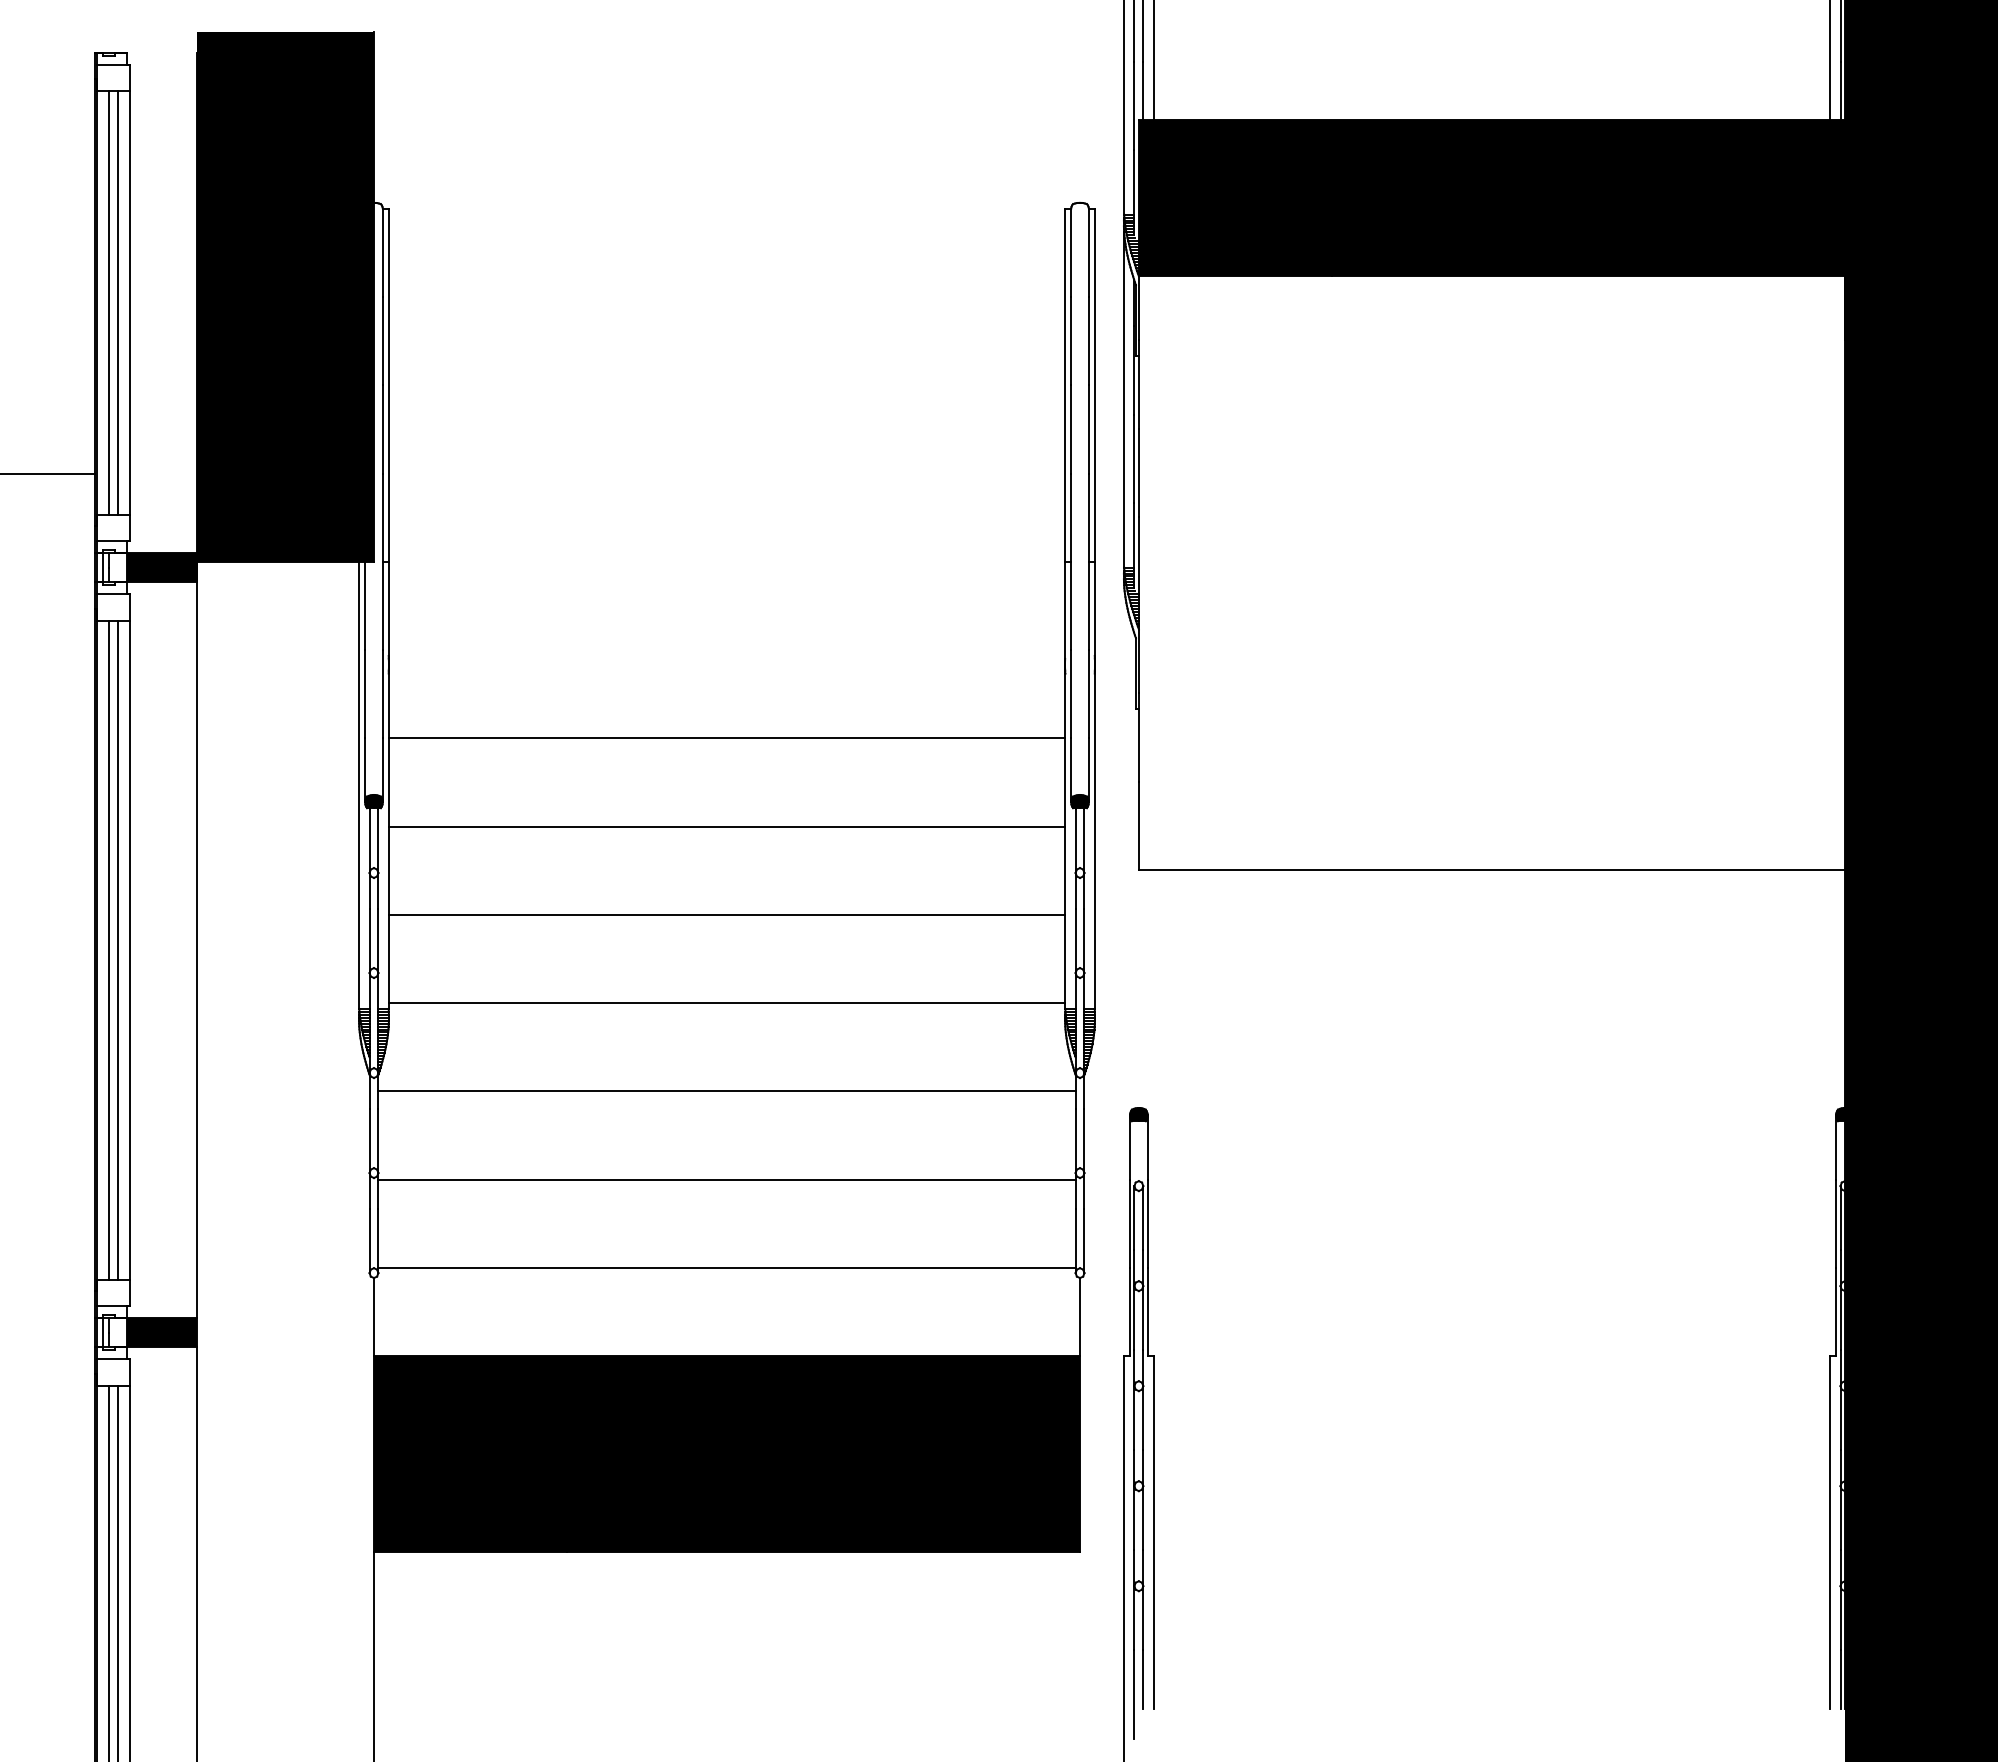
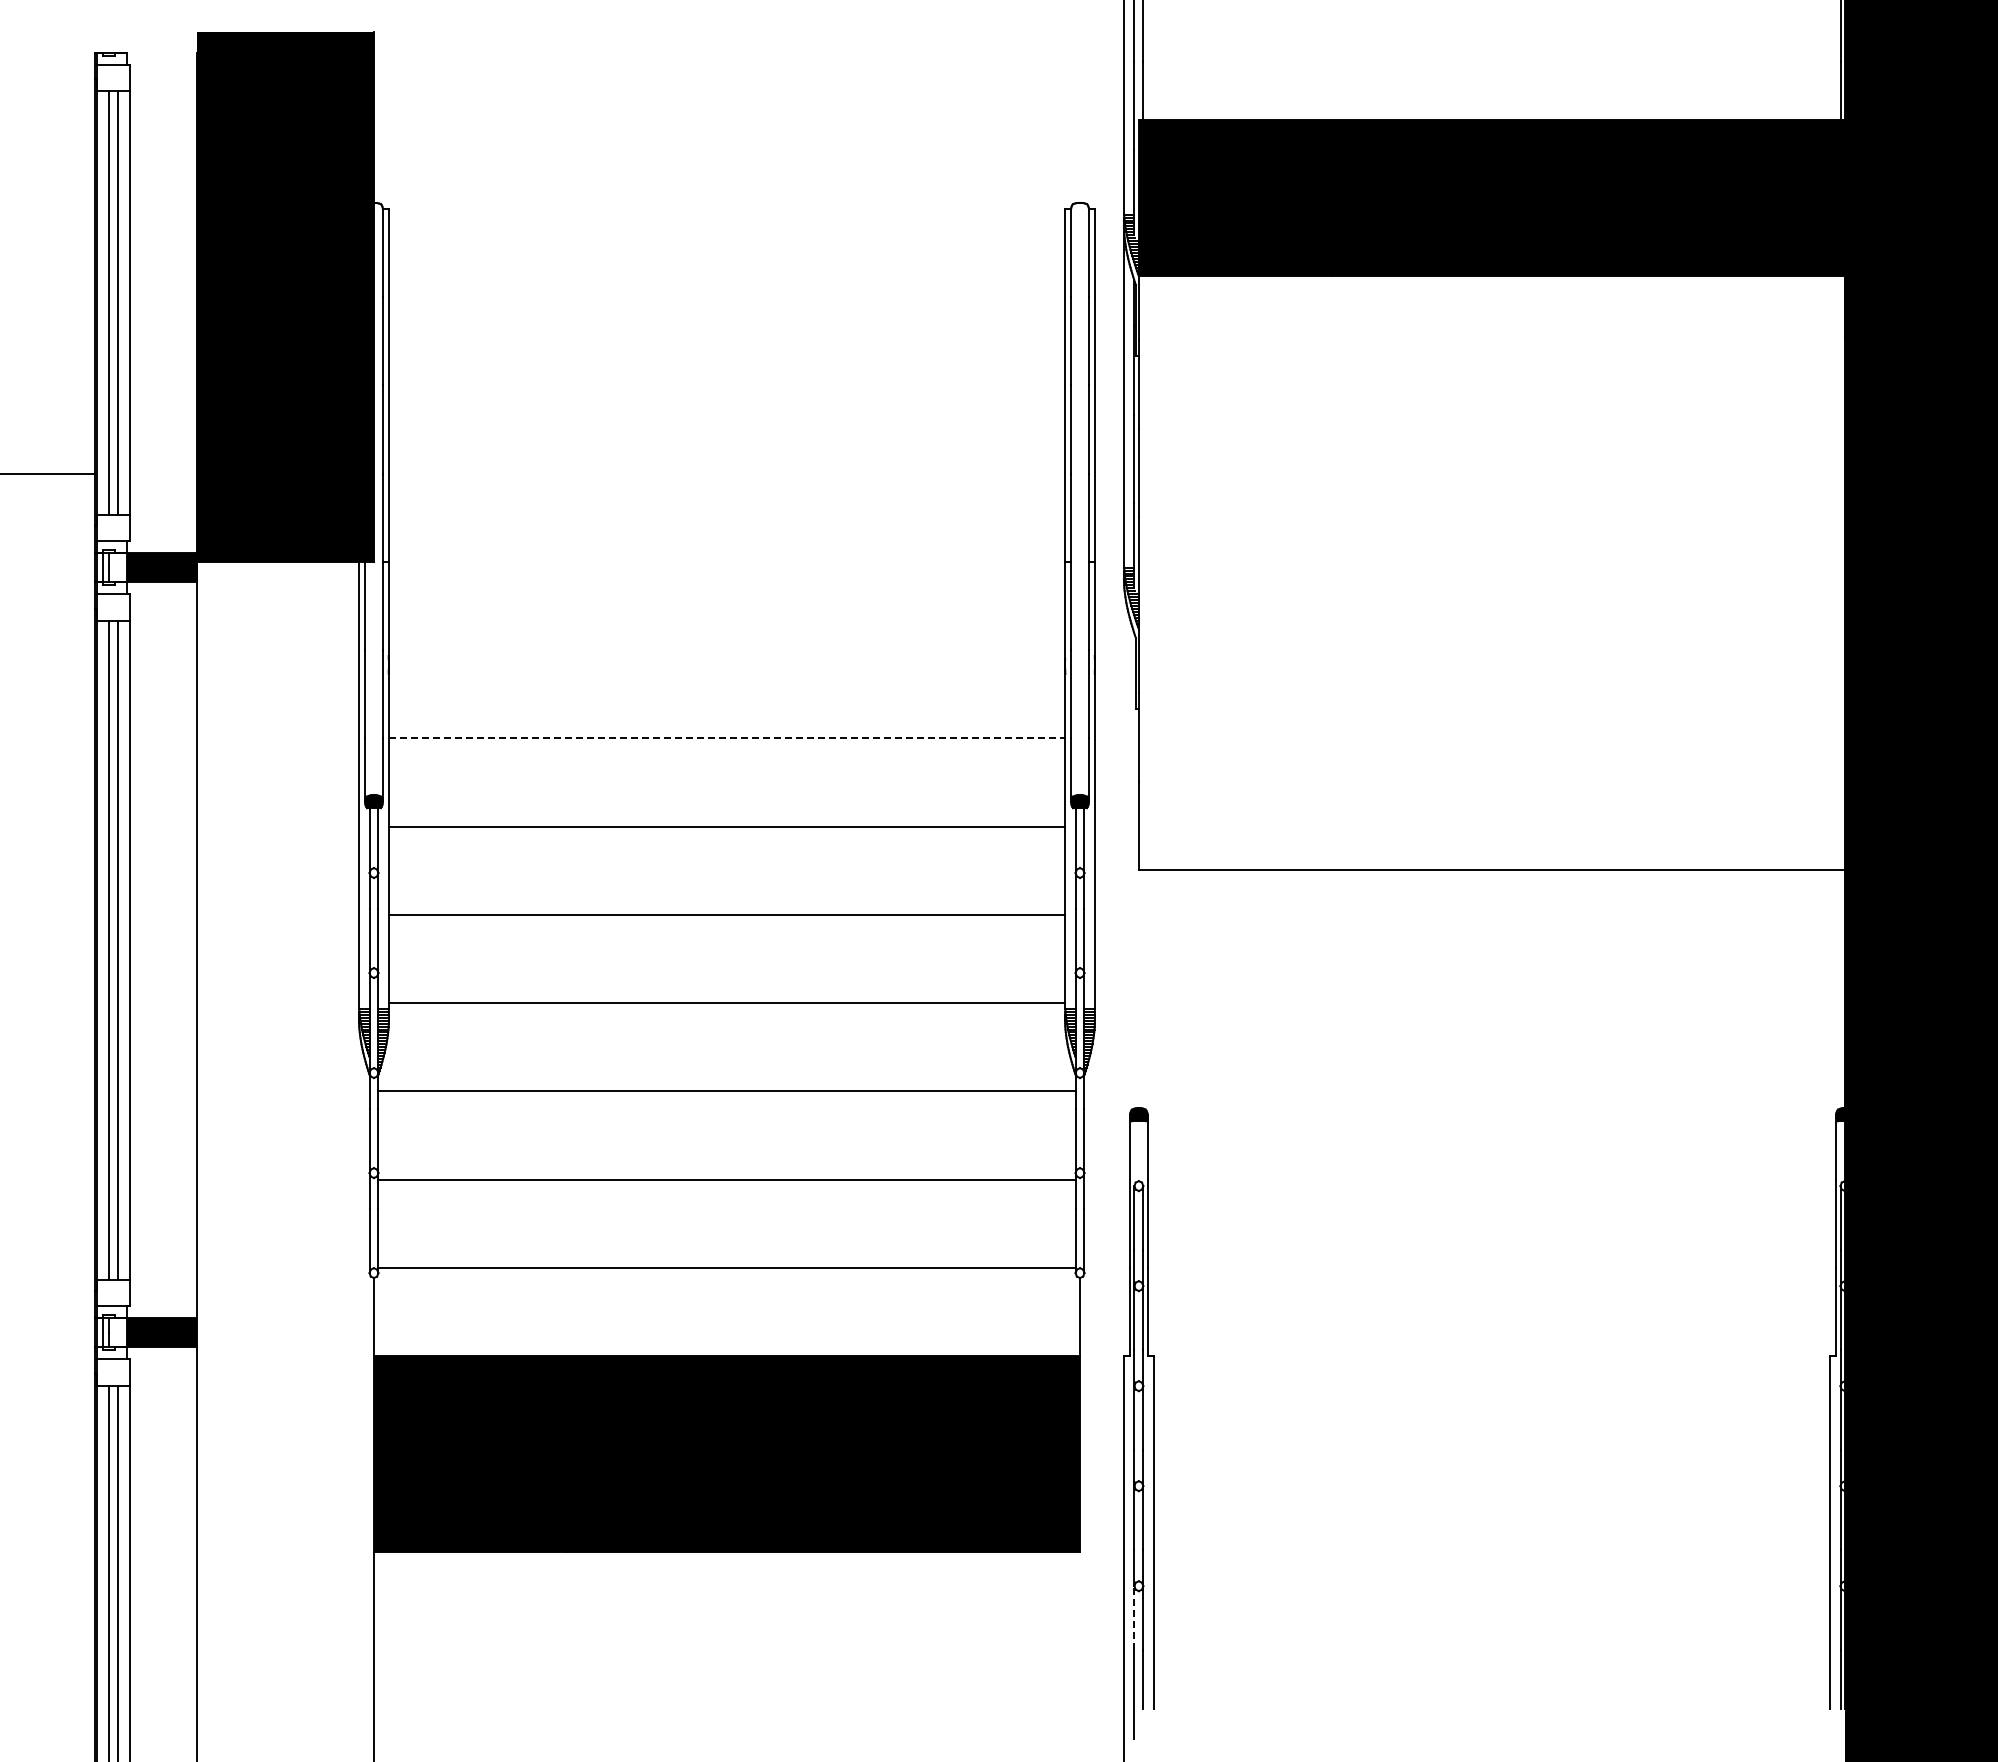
line at (1153, 61): present -> none
line at (1830, 61): present -> none
line at (727, 738): solid -> dashed
line at (1134, 1617): solid -> dashed
